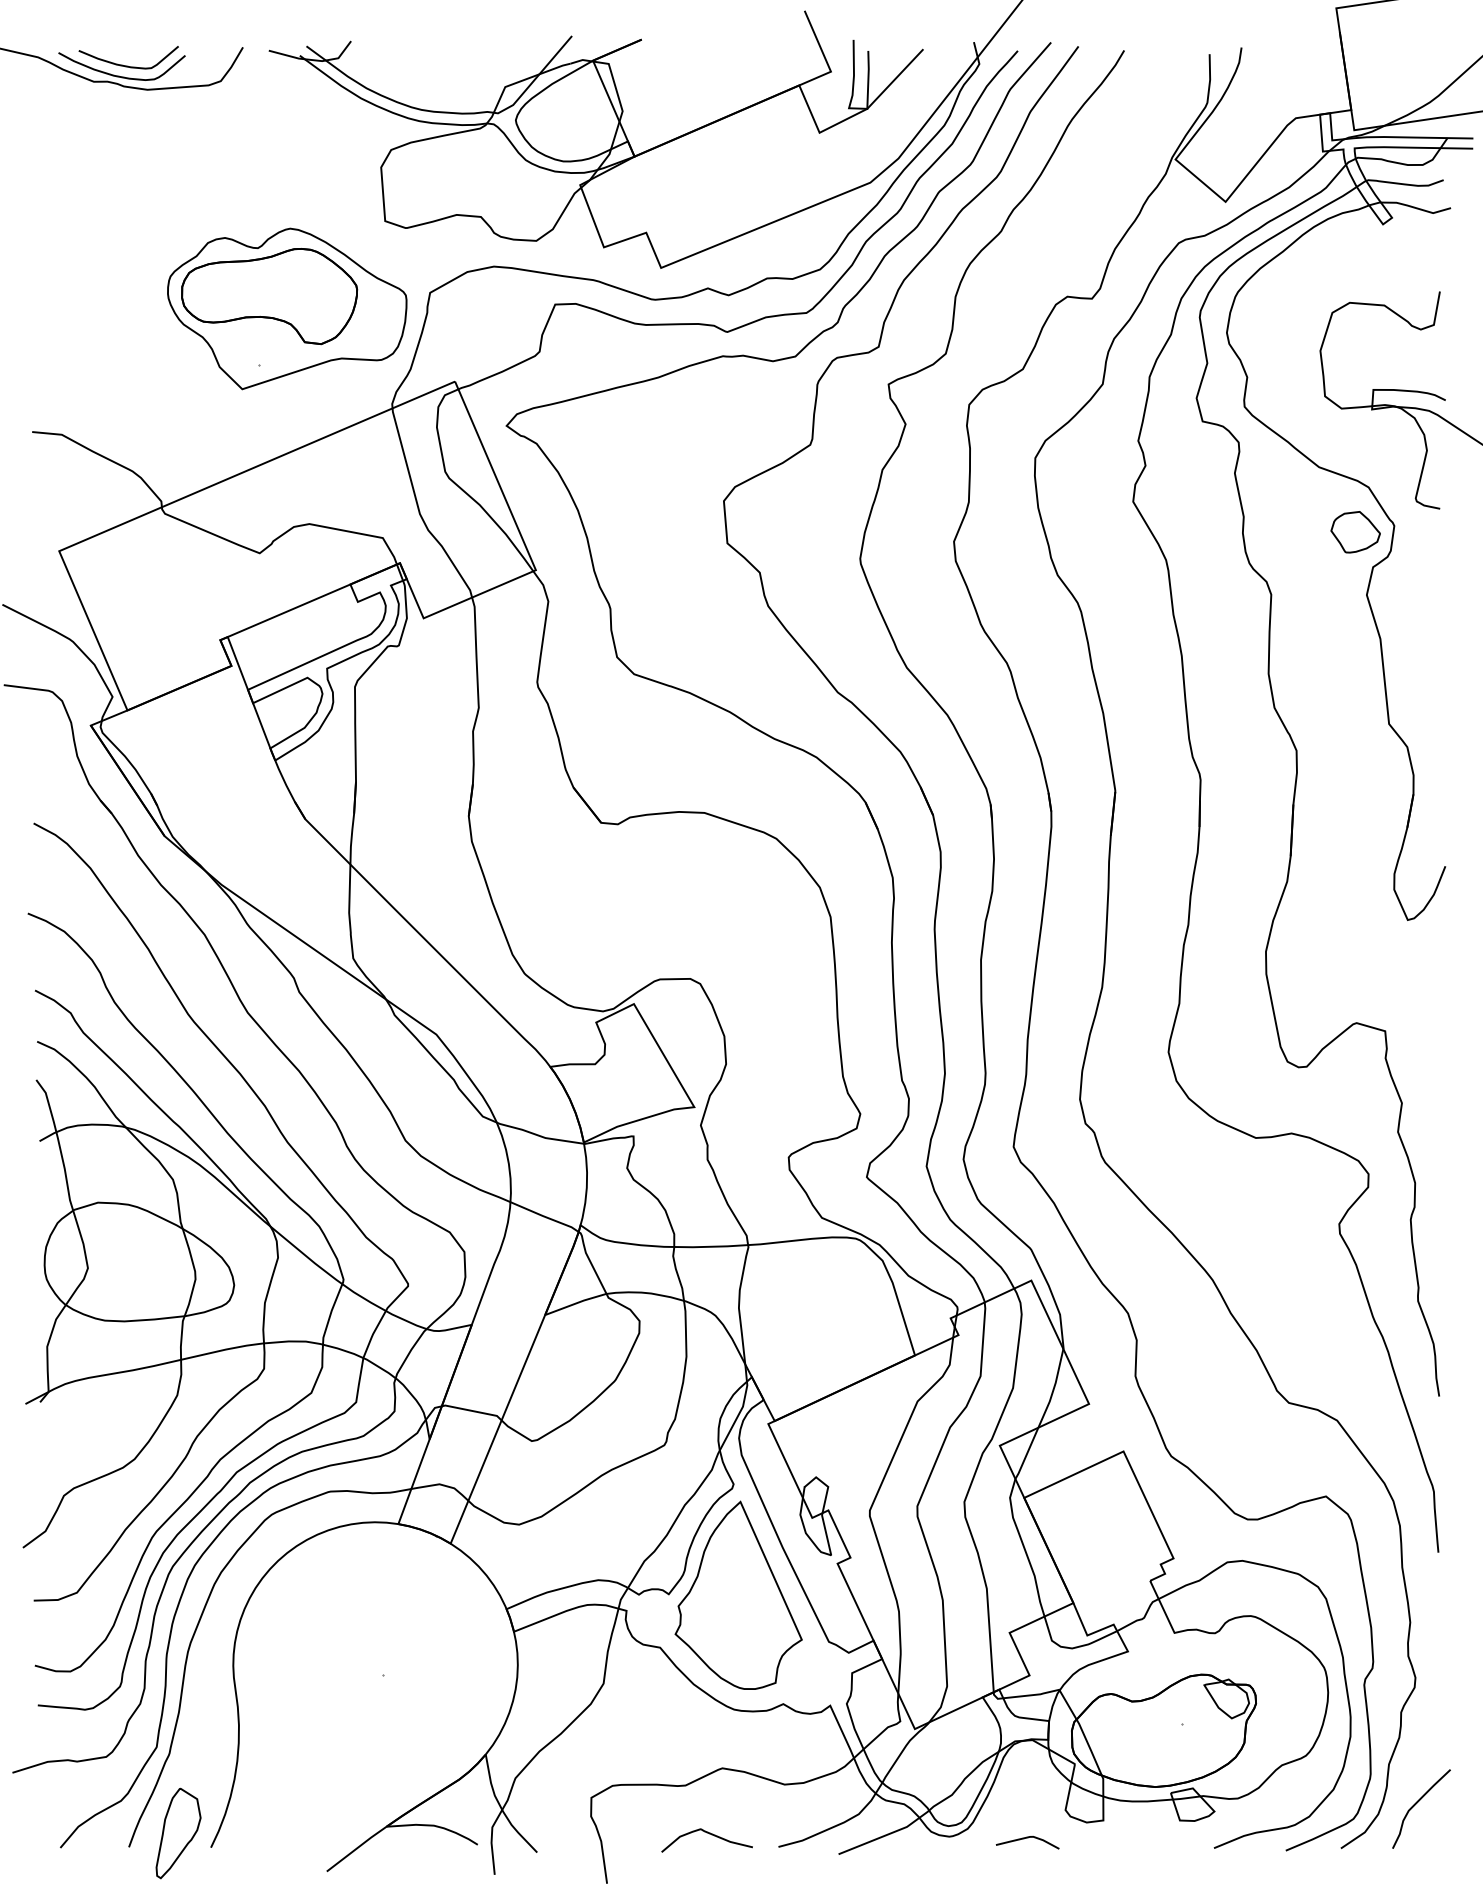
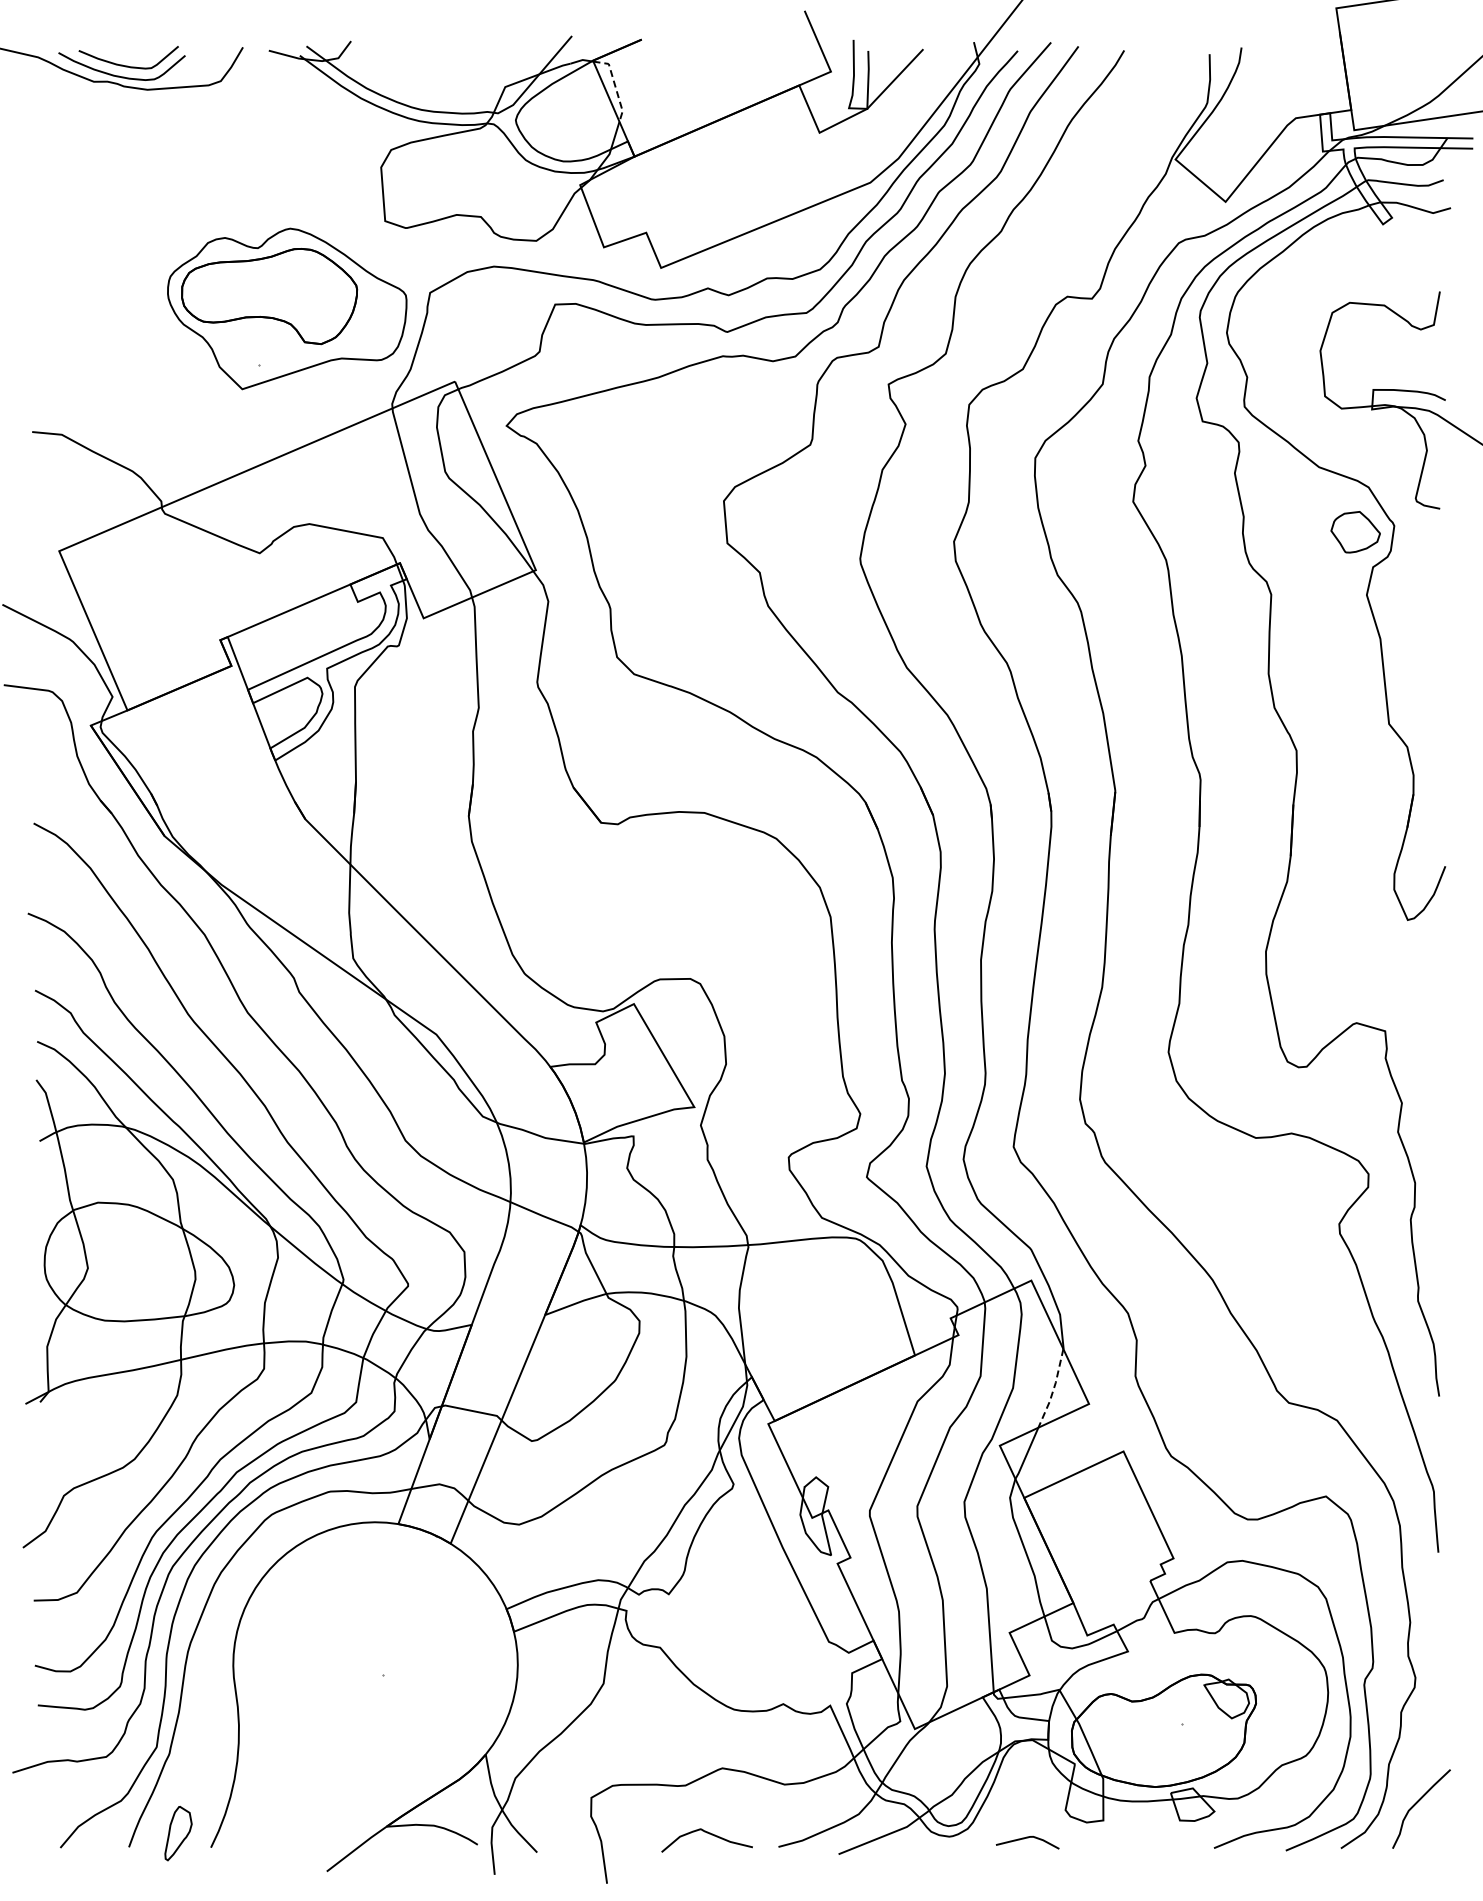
line at (615, 85): solid -> dashed
line at (1053, 1389): solid -> dashed
part at (738, 1594): present -> none
part at (178, 1833) size: 47x93 px -> 29x56 px
